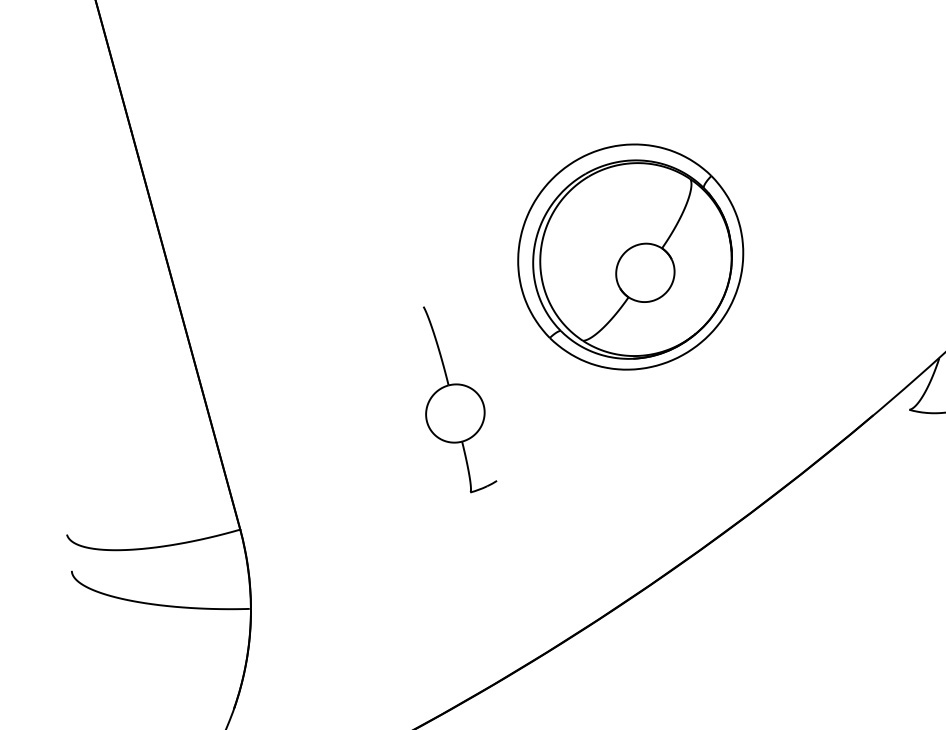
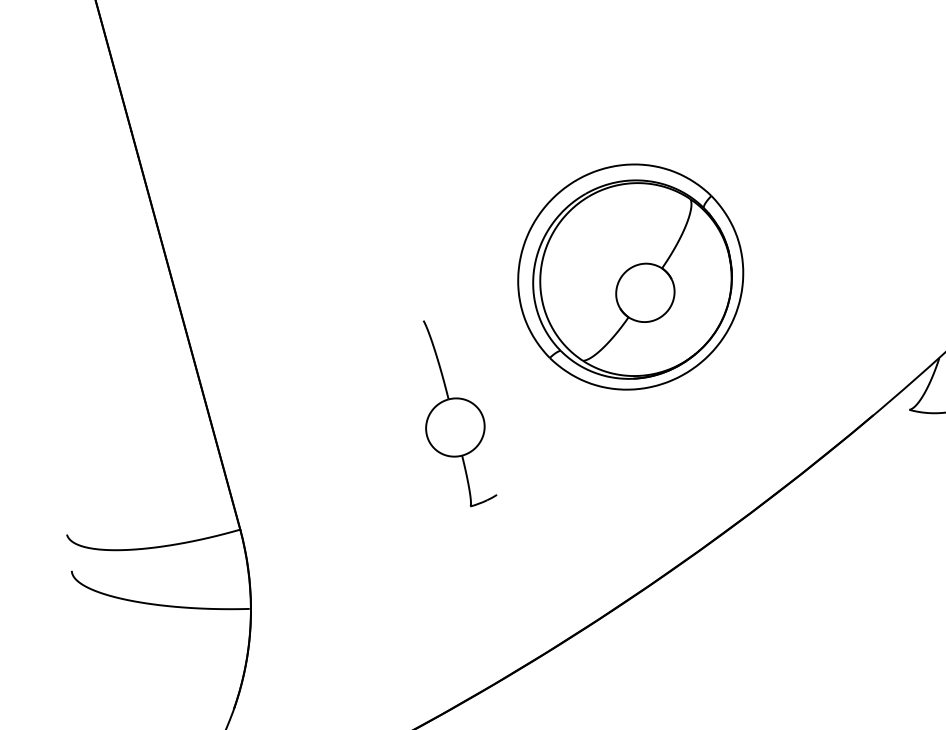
part at (630, 256) position: (630, 256) -> (630, 276)
part at (460, 399) position: (460, 399) -> (460, 413)
